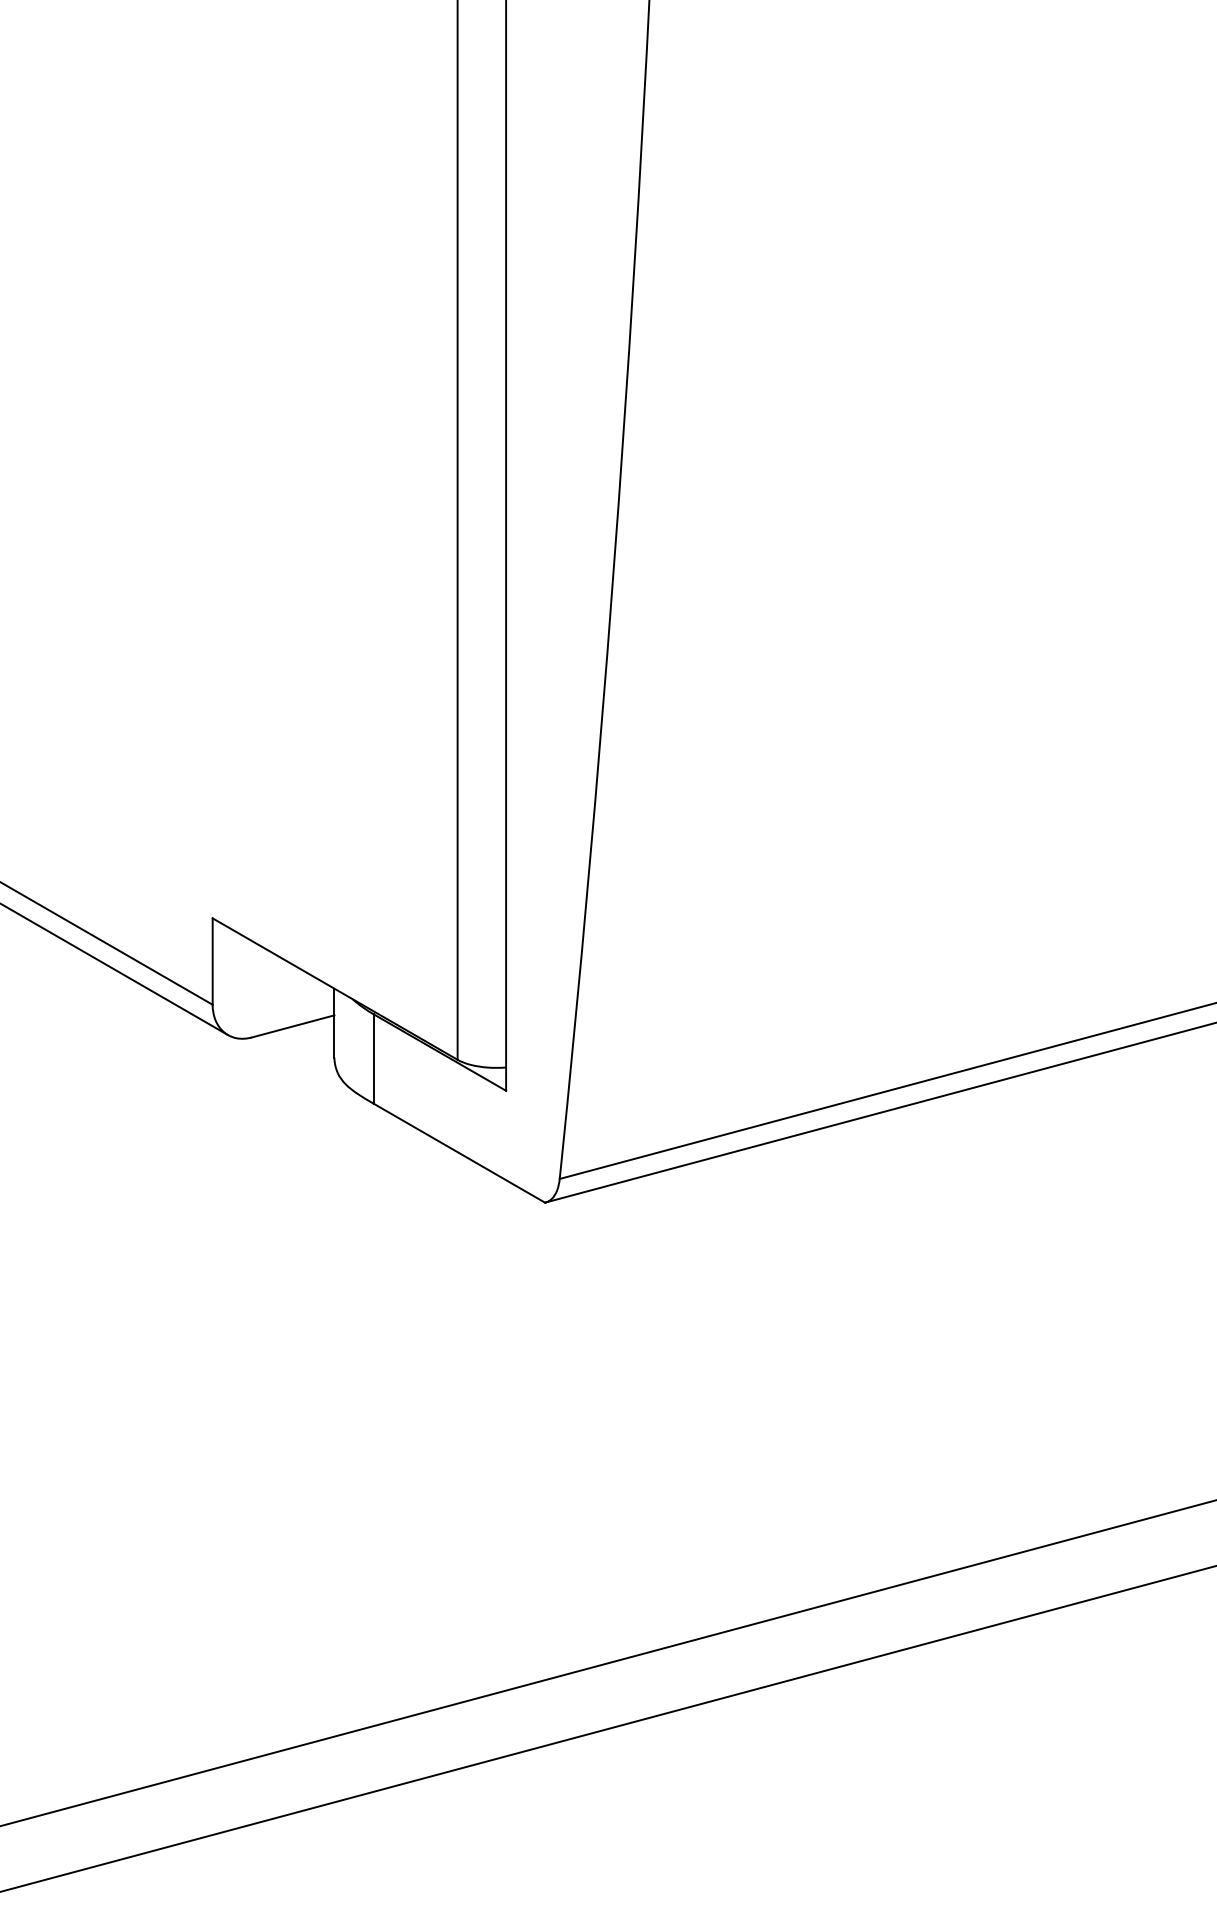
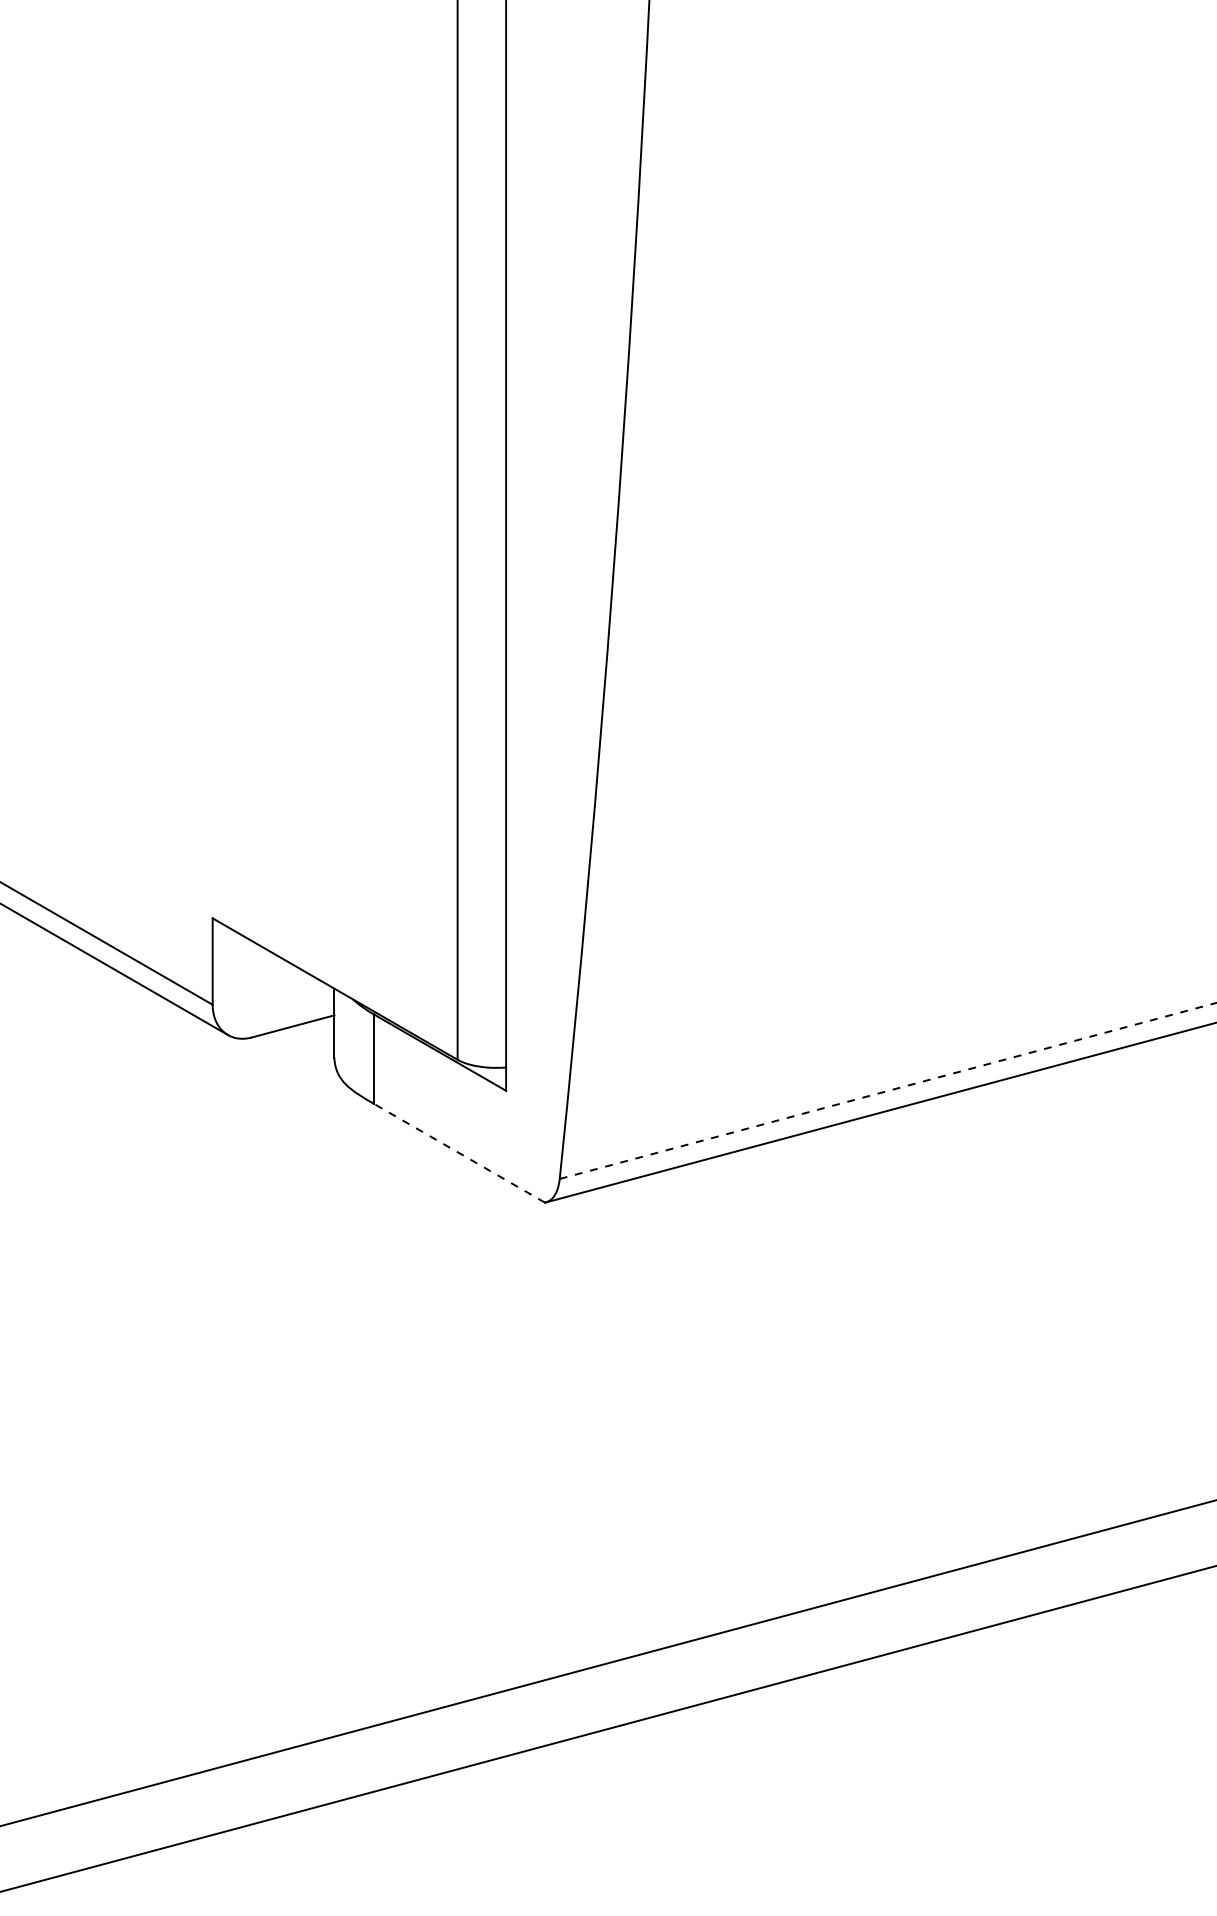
line at (888, 1090): solid -> dashed
line at (459, 1153): solid -> dashed
